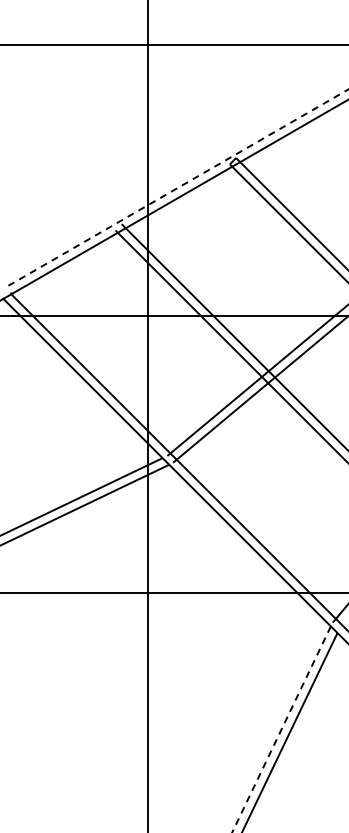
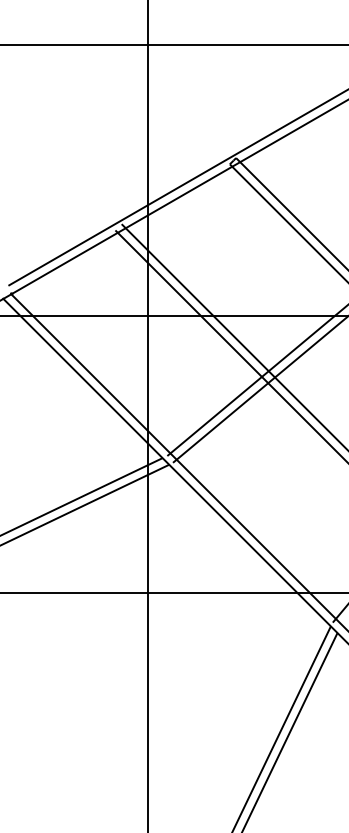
line at (177, 187): dashed -> solid
line at (281, 729): dashed -> solid
